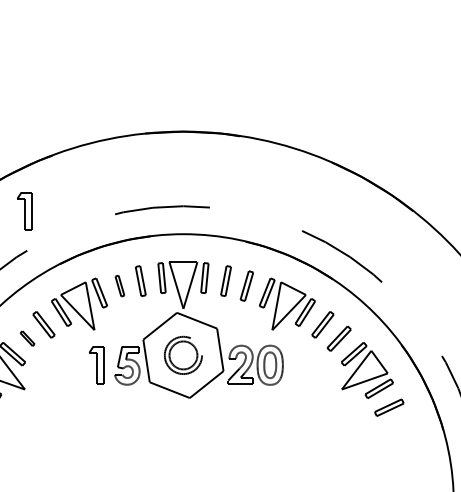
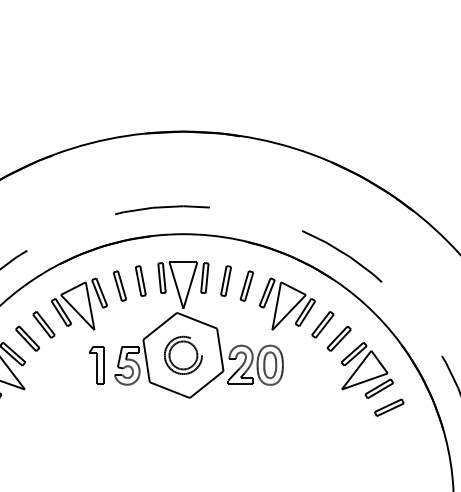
part at (24, 211): present -> none
part at (119, 286) size: 12x23 px -> 16x32 px
part at (27, 338) size: 16x17 px -> 25x27 px
